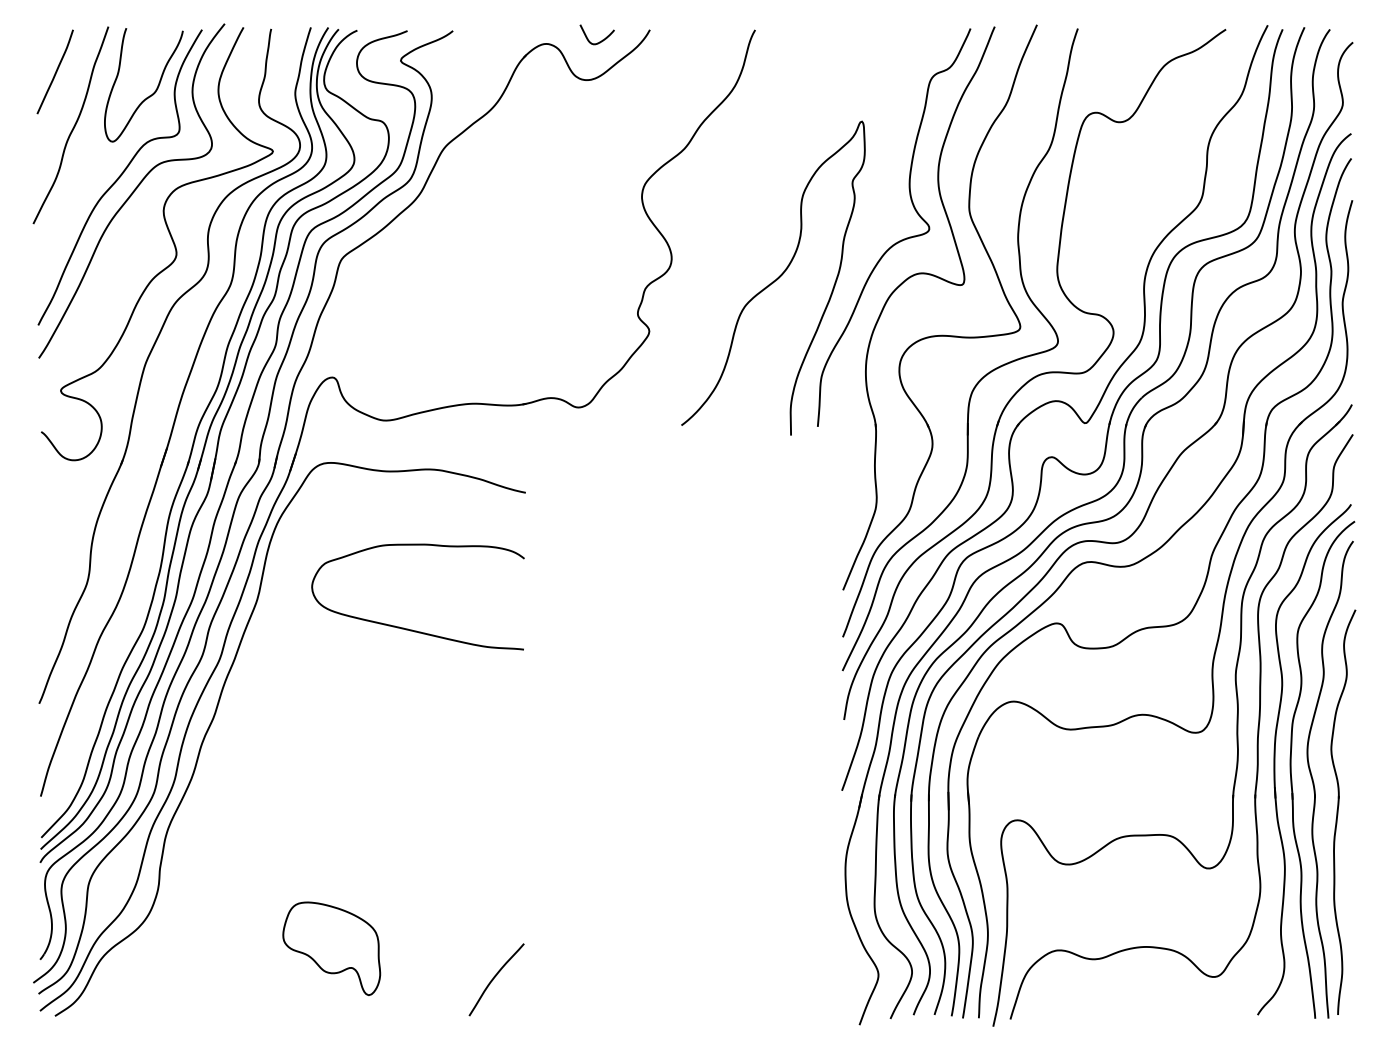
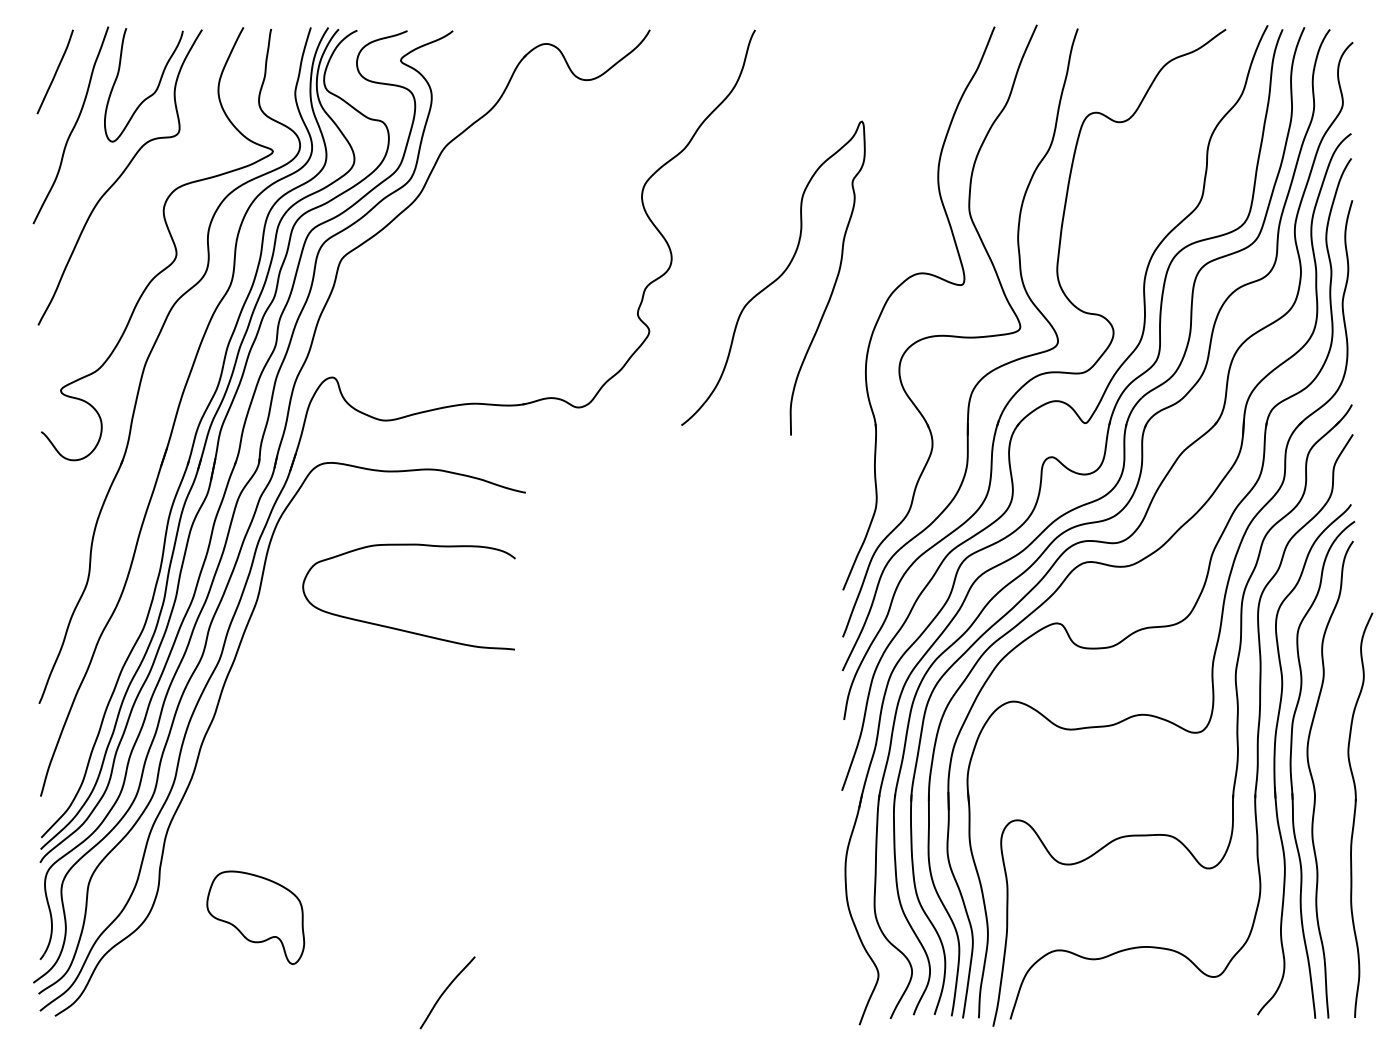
curve at (599, 41): present -> none
curve at (132, 191): present -> none
curve at (901, 239): present -> none
curve at (408, 628) position: (408, 628) -> (399, 628)
part at (1343, 811) position: (1343, 811) -> (1360, 814)
part at (331, 948) position: (331, 948) -> (255, 917)
curve at (495, 977) position: (495, 977) -> (446, 990)
